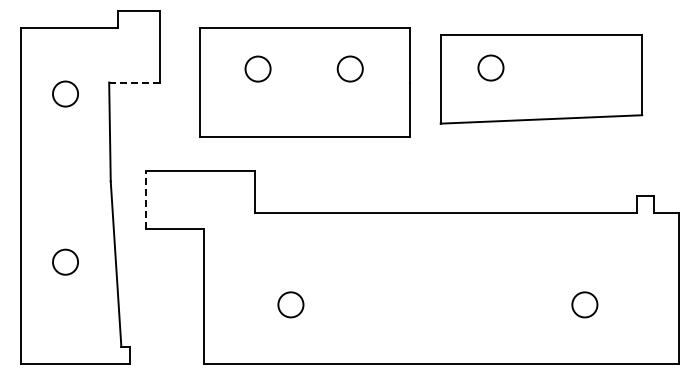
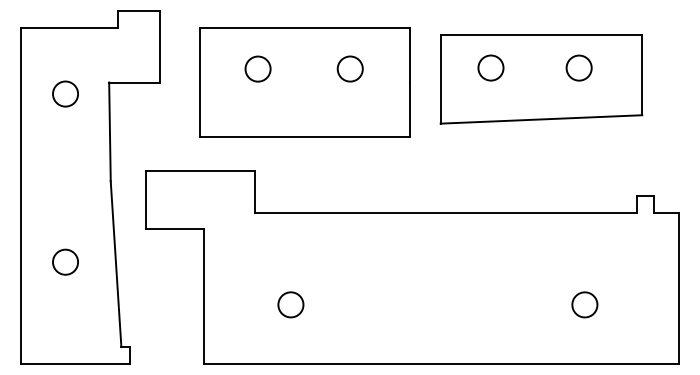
circle at (578, 67): none -> present
line at (133, 82): dashed -> solid
line at (145, 199): dashed -> solid
